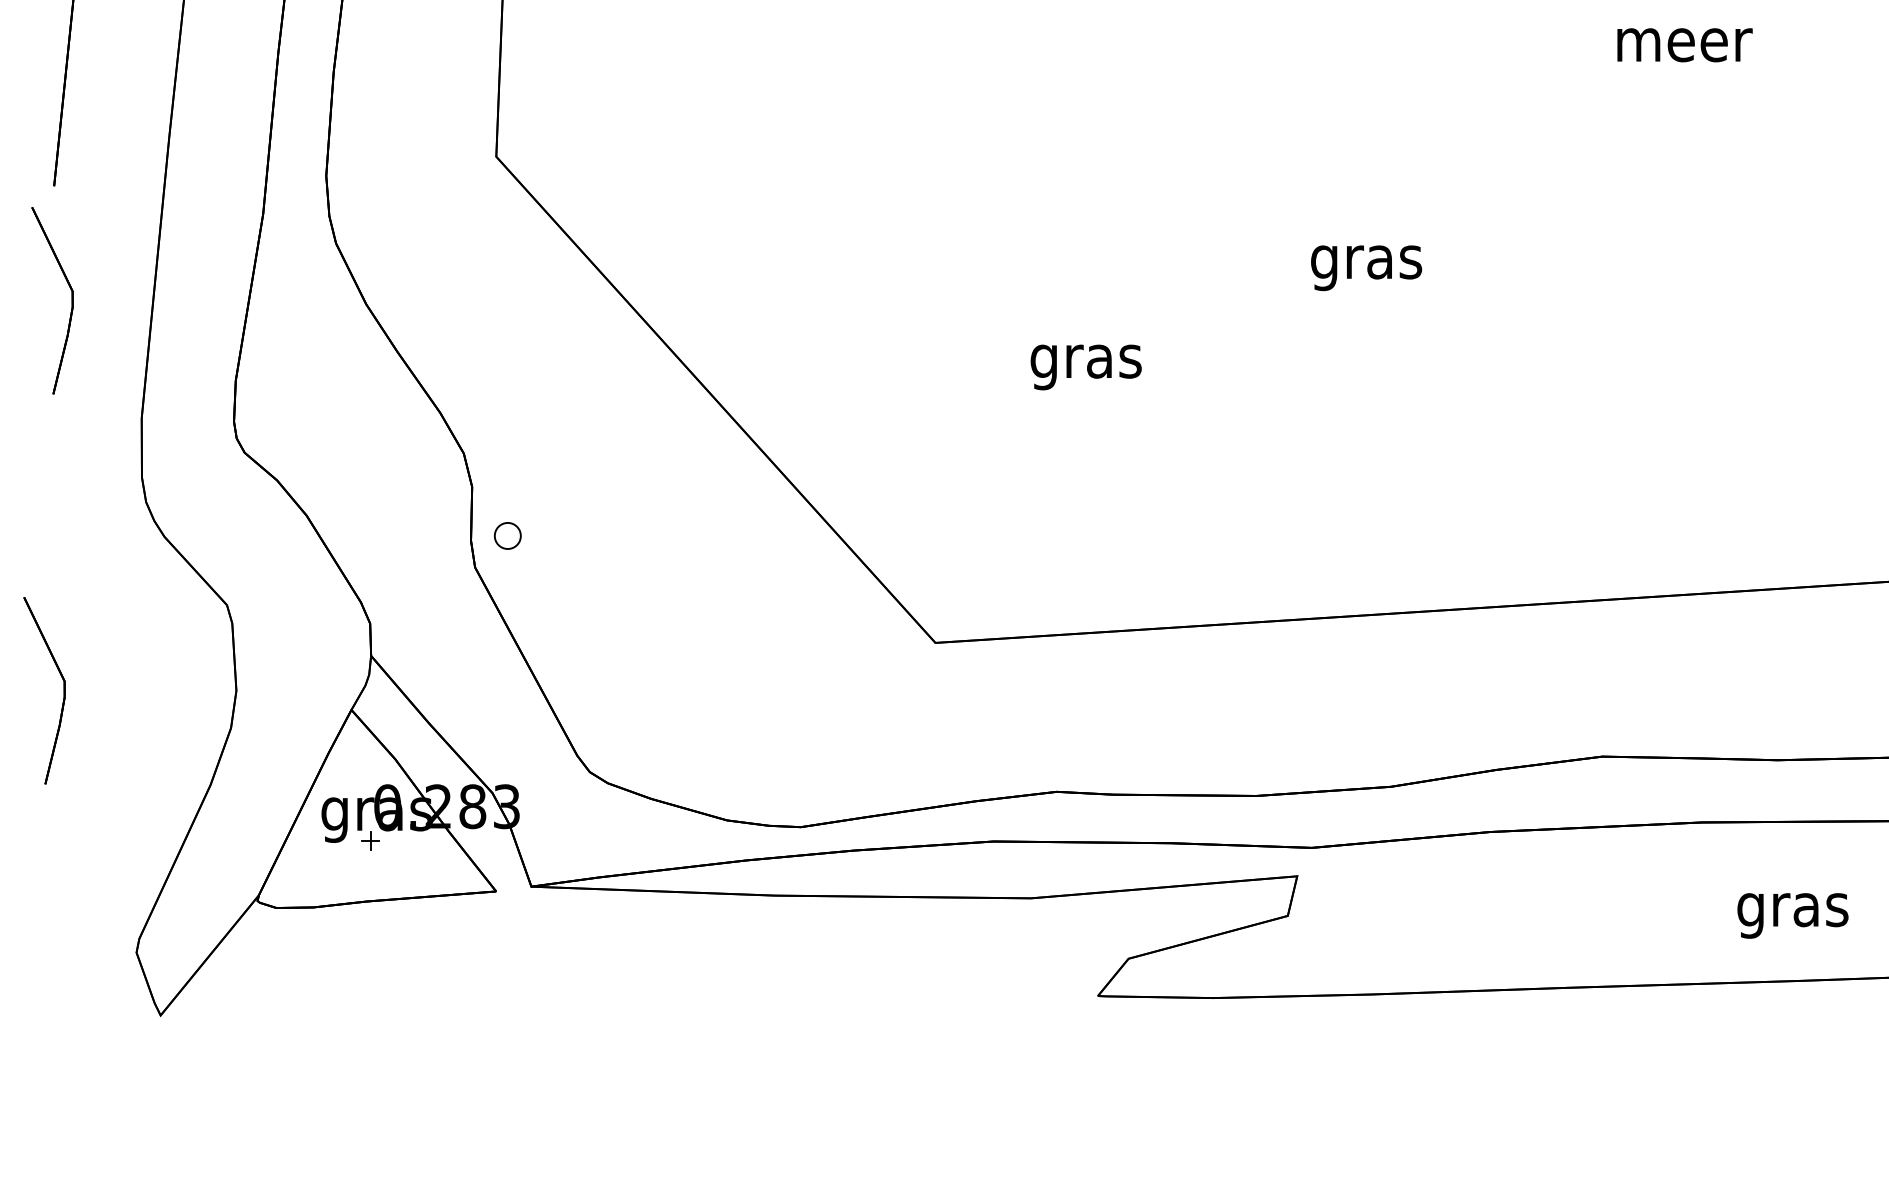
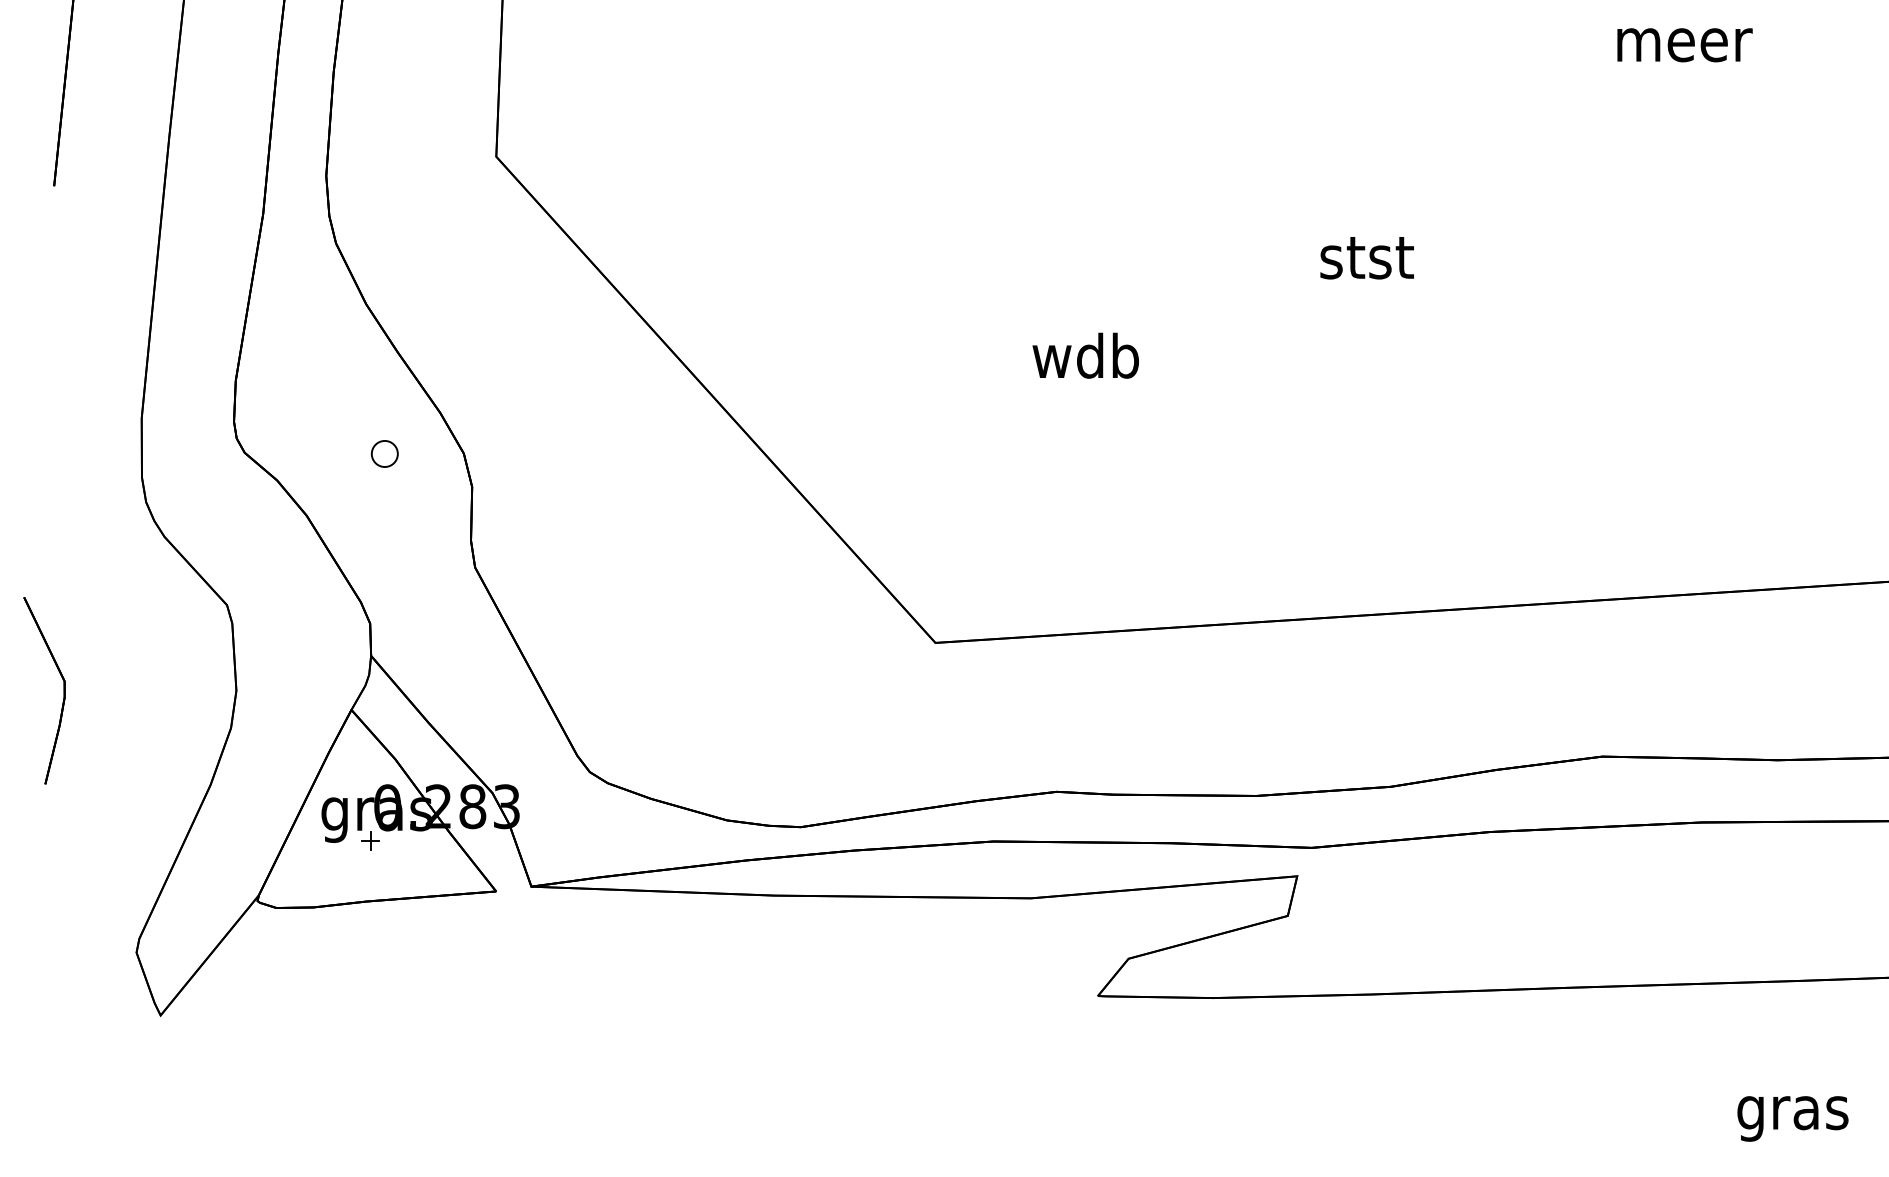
text at (1366, 264): gras -> stst
part at (71, 300): present -> none
text at (1085, 361): gras -> wdb
part at (507, 535) position: (507, 535) -> (384, 453)
text at (1792, 915) position: (1792, 915) -> (1792, 1118)
